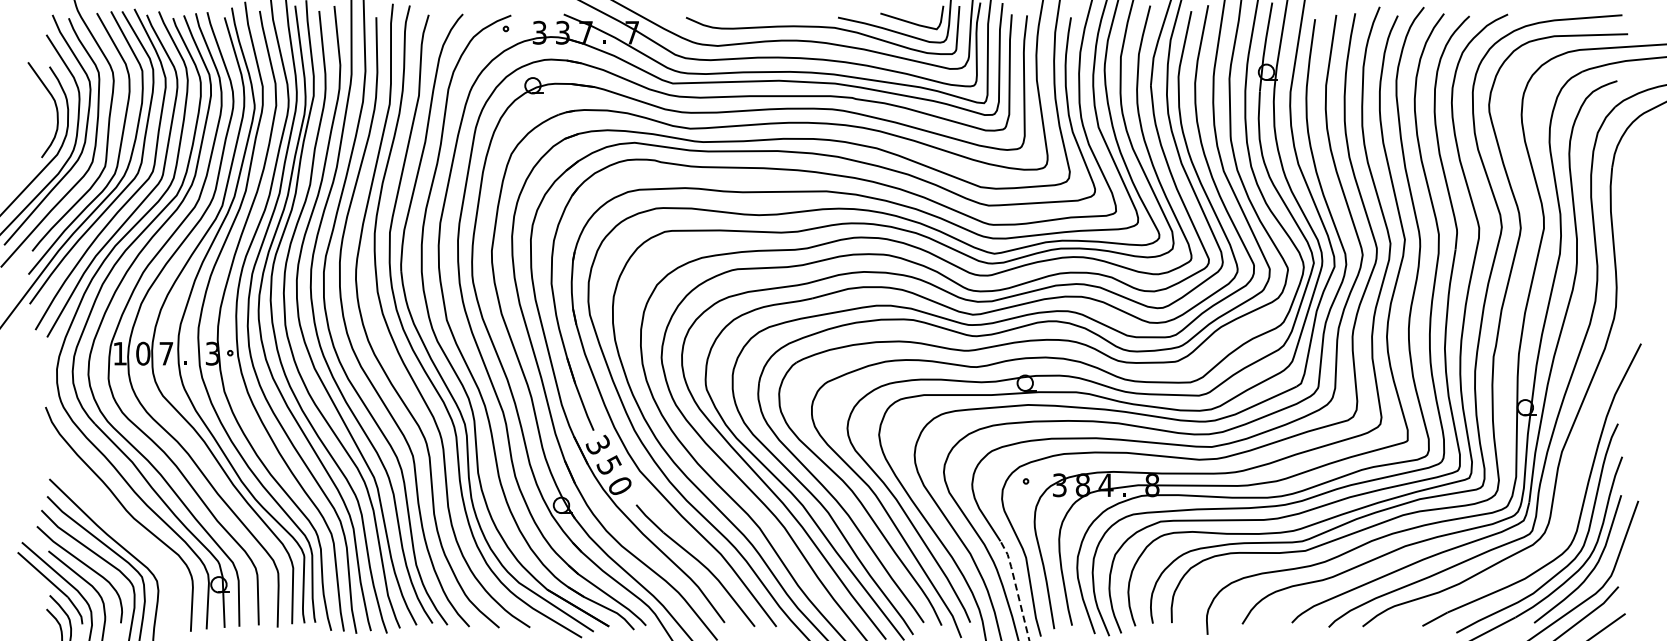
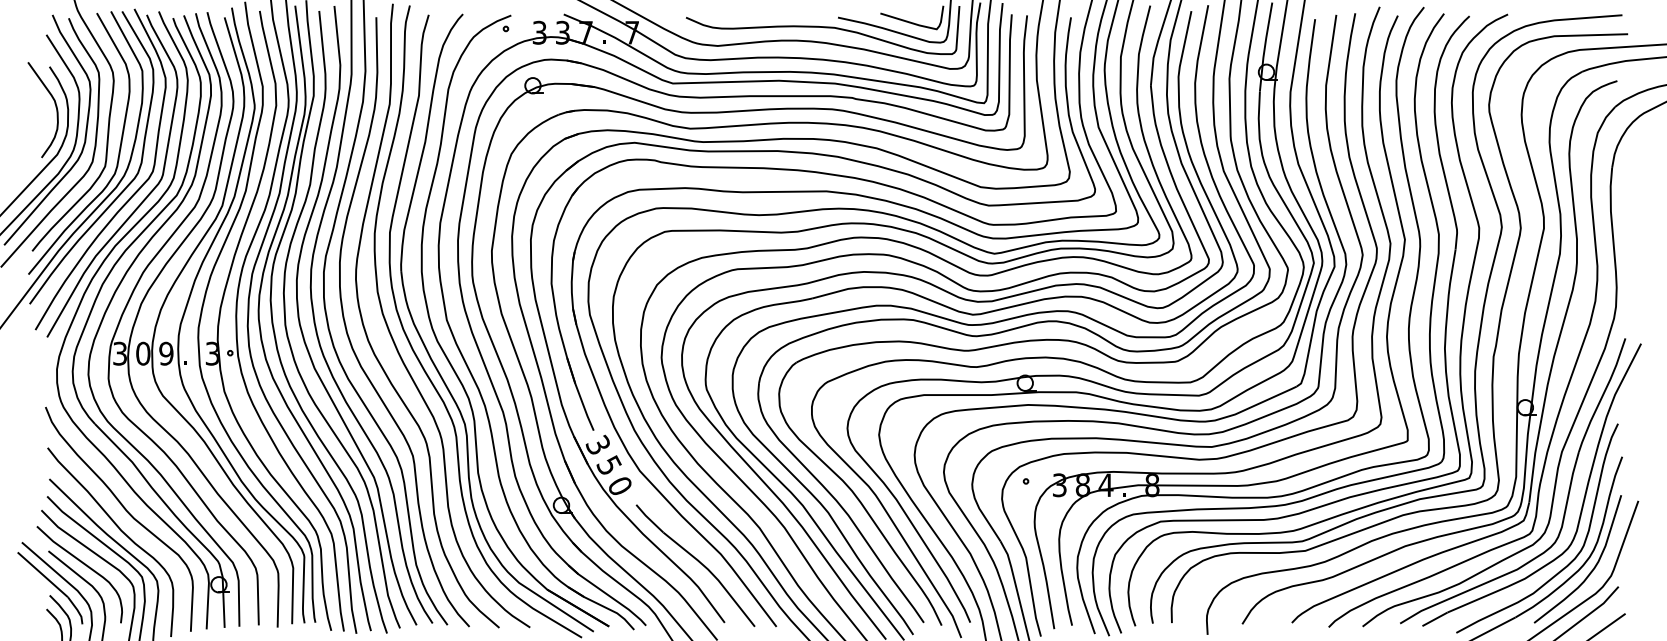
text at (119, 353): 1 -> 3
text at (166, 353): 7 -> 9
part at (1567, 494): none -> present
curve at (120, 531): none -> present
line at (1016, 588): dashed -> solid
